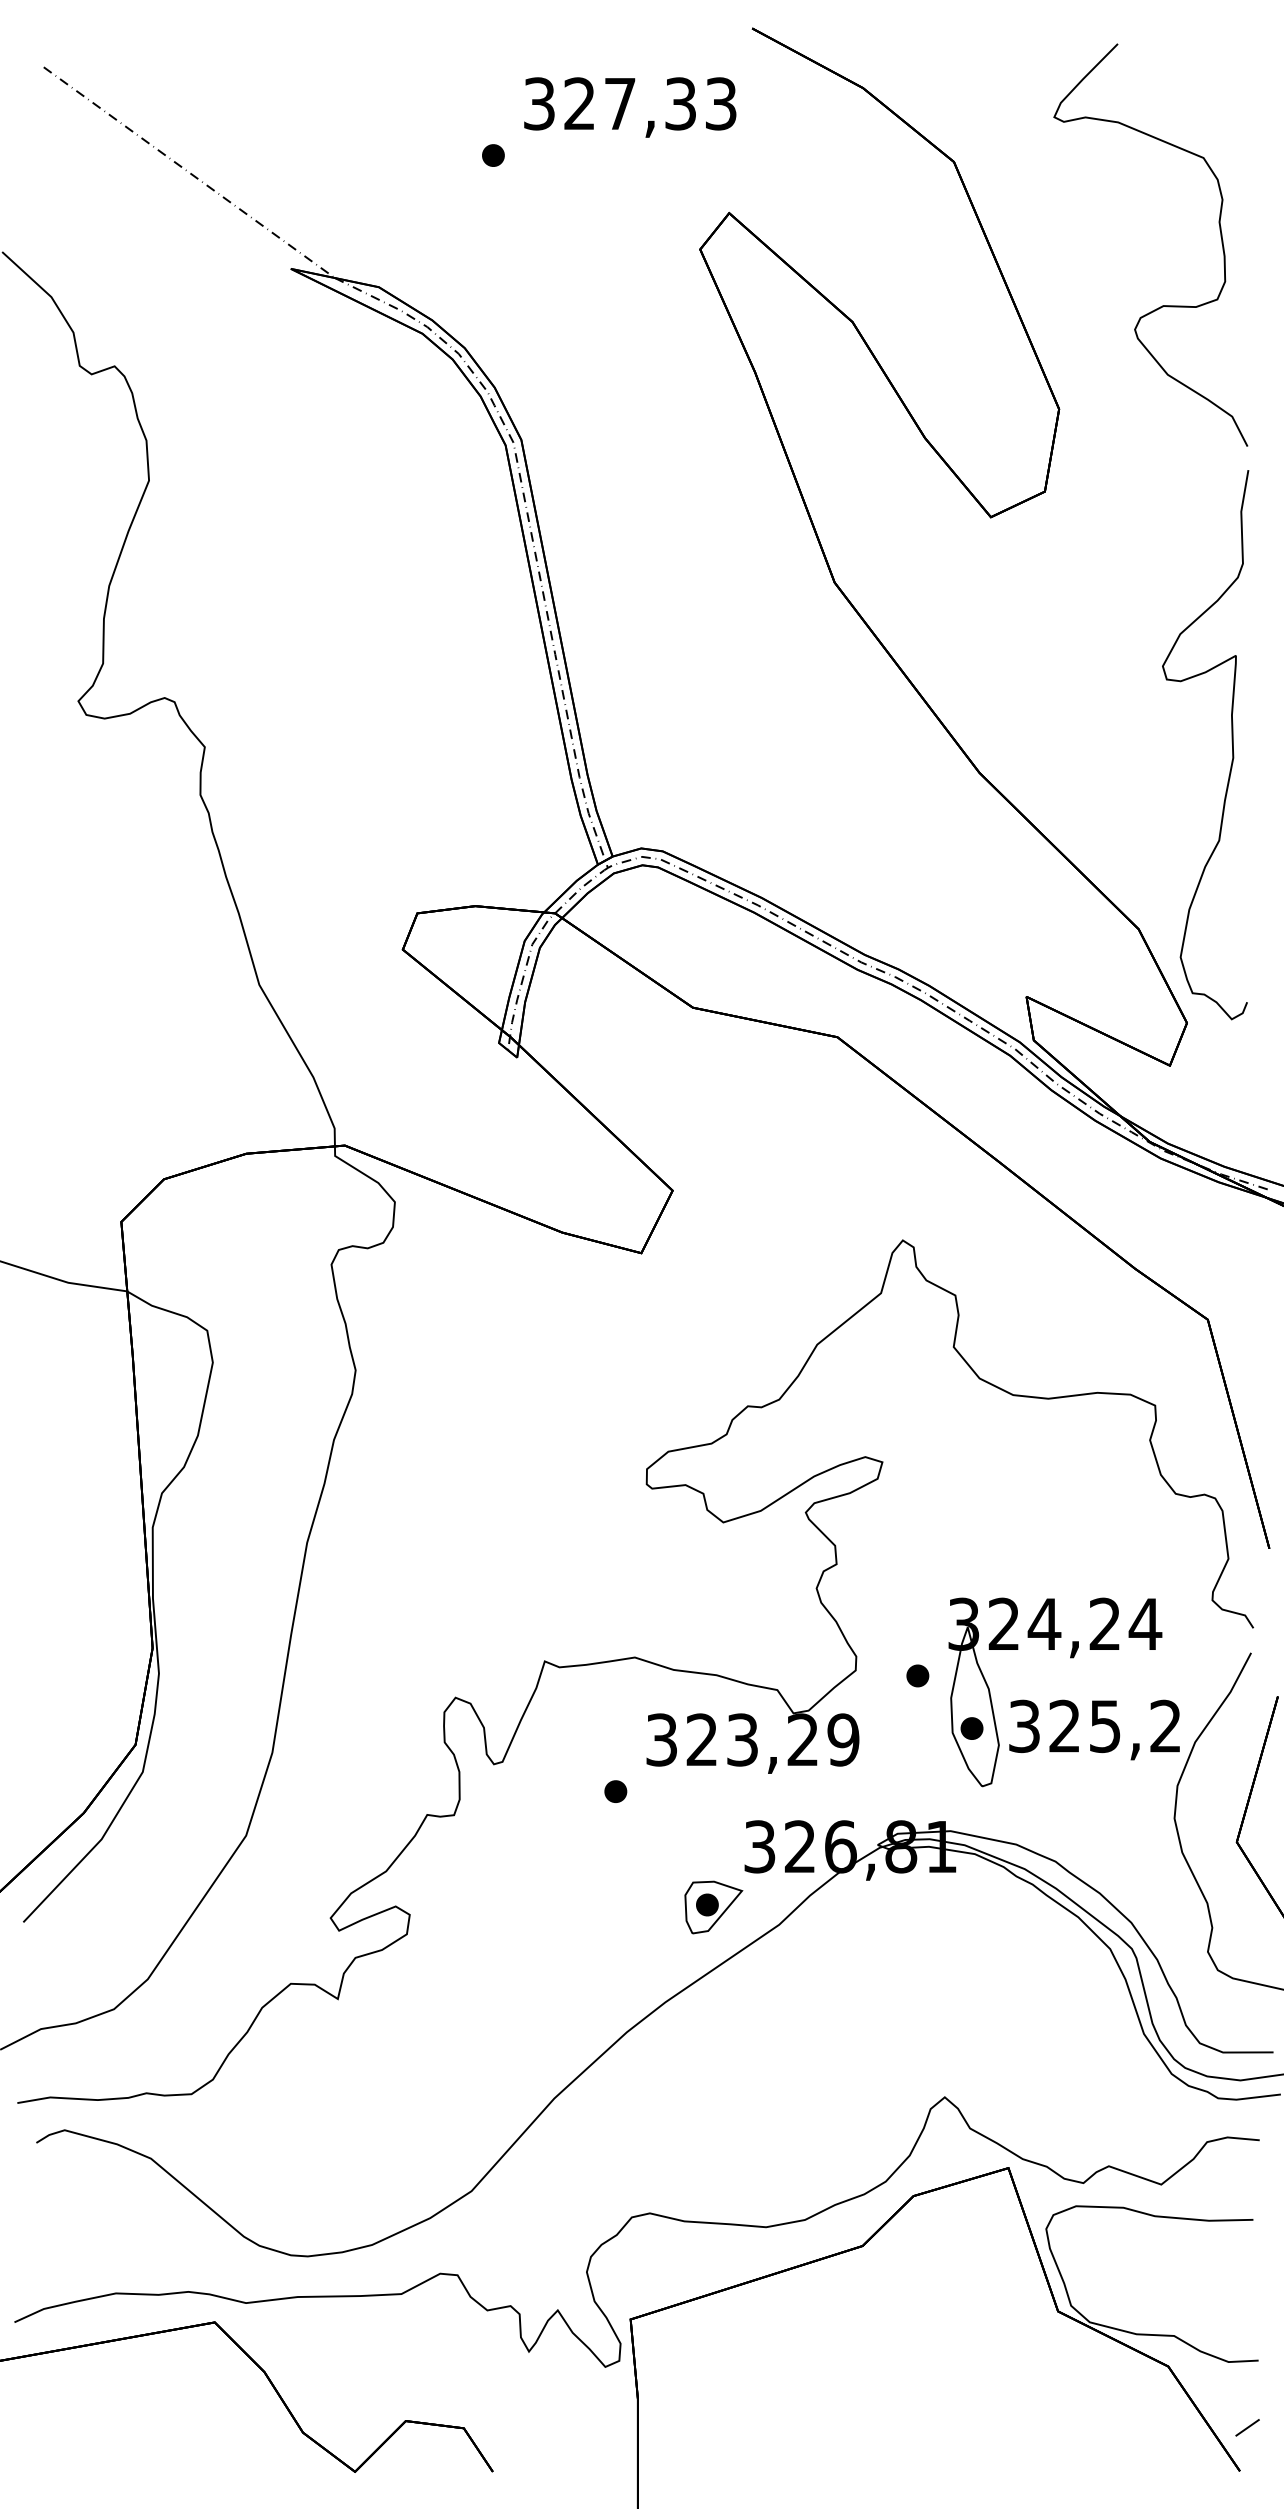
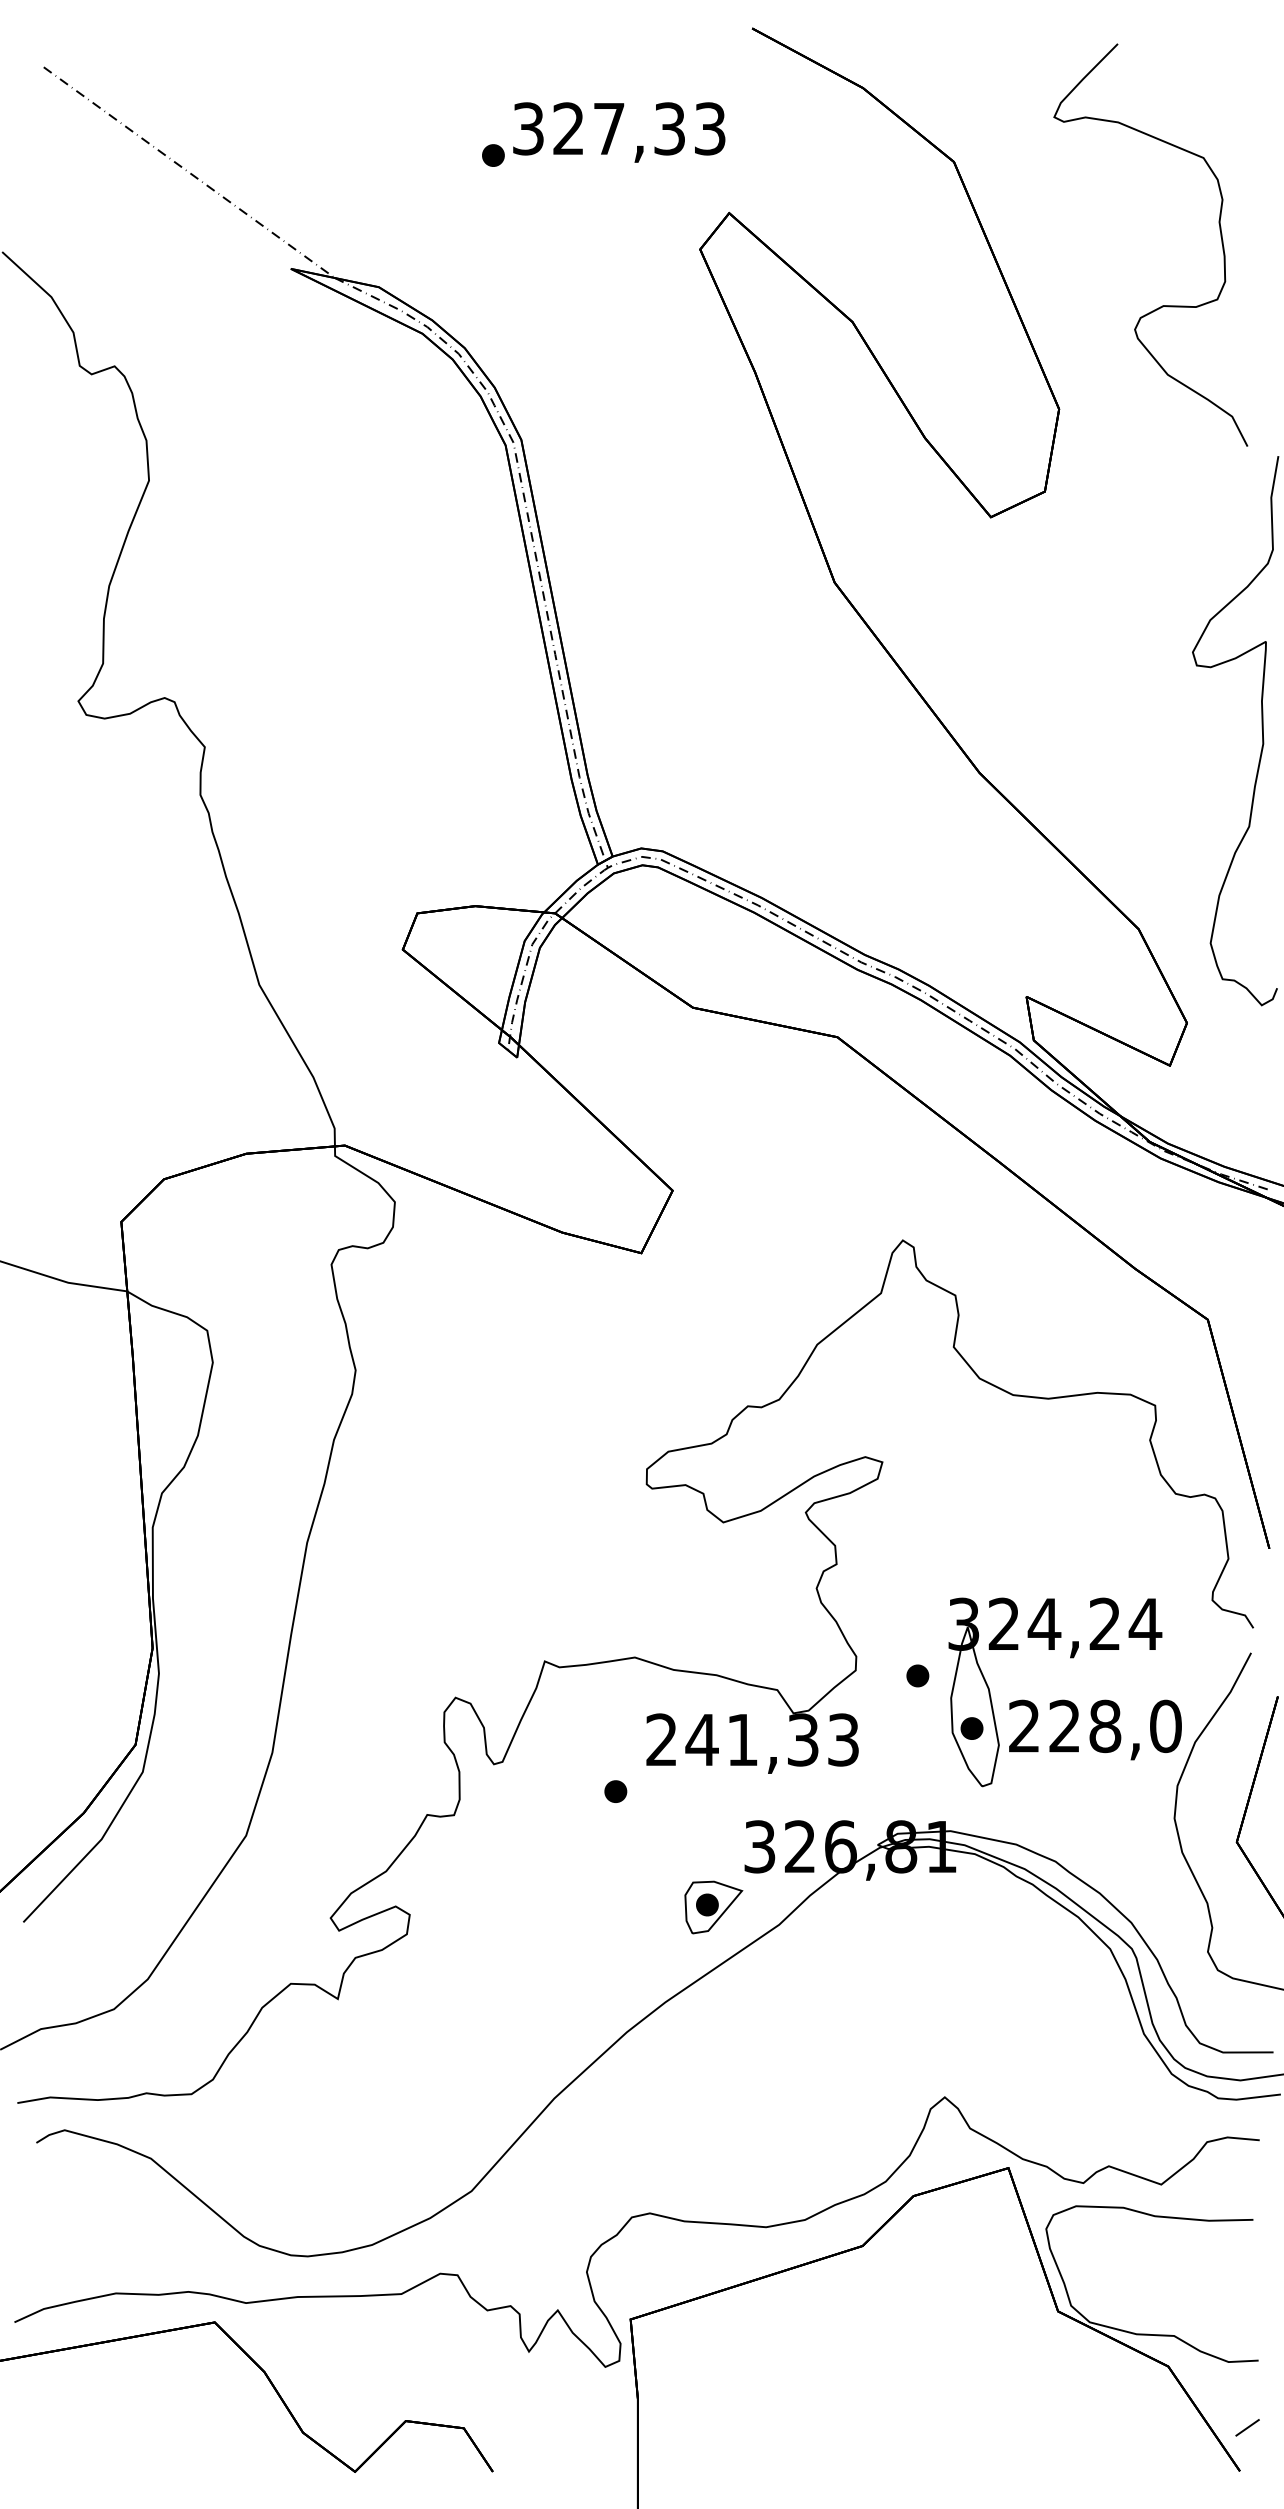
text at (630, 107) position: (630, 107) -> (619, 132)
curve at (1231, 742) position: (1231, 742) -> (1261, 728)
text at (1095, 1726): 325,2 -> 228,0
text at (752, 1739): 323,29 -> 241,33
